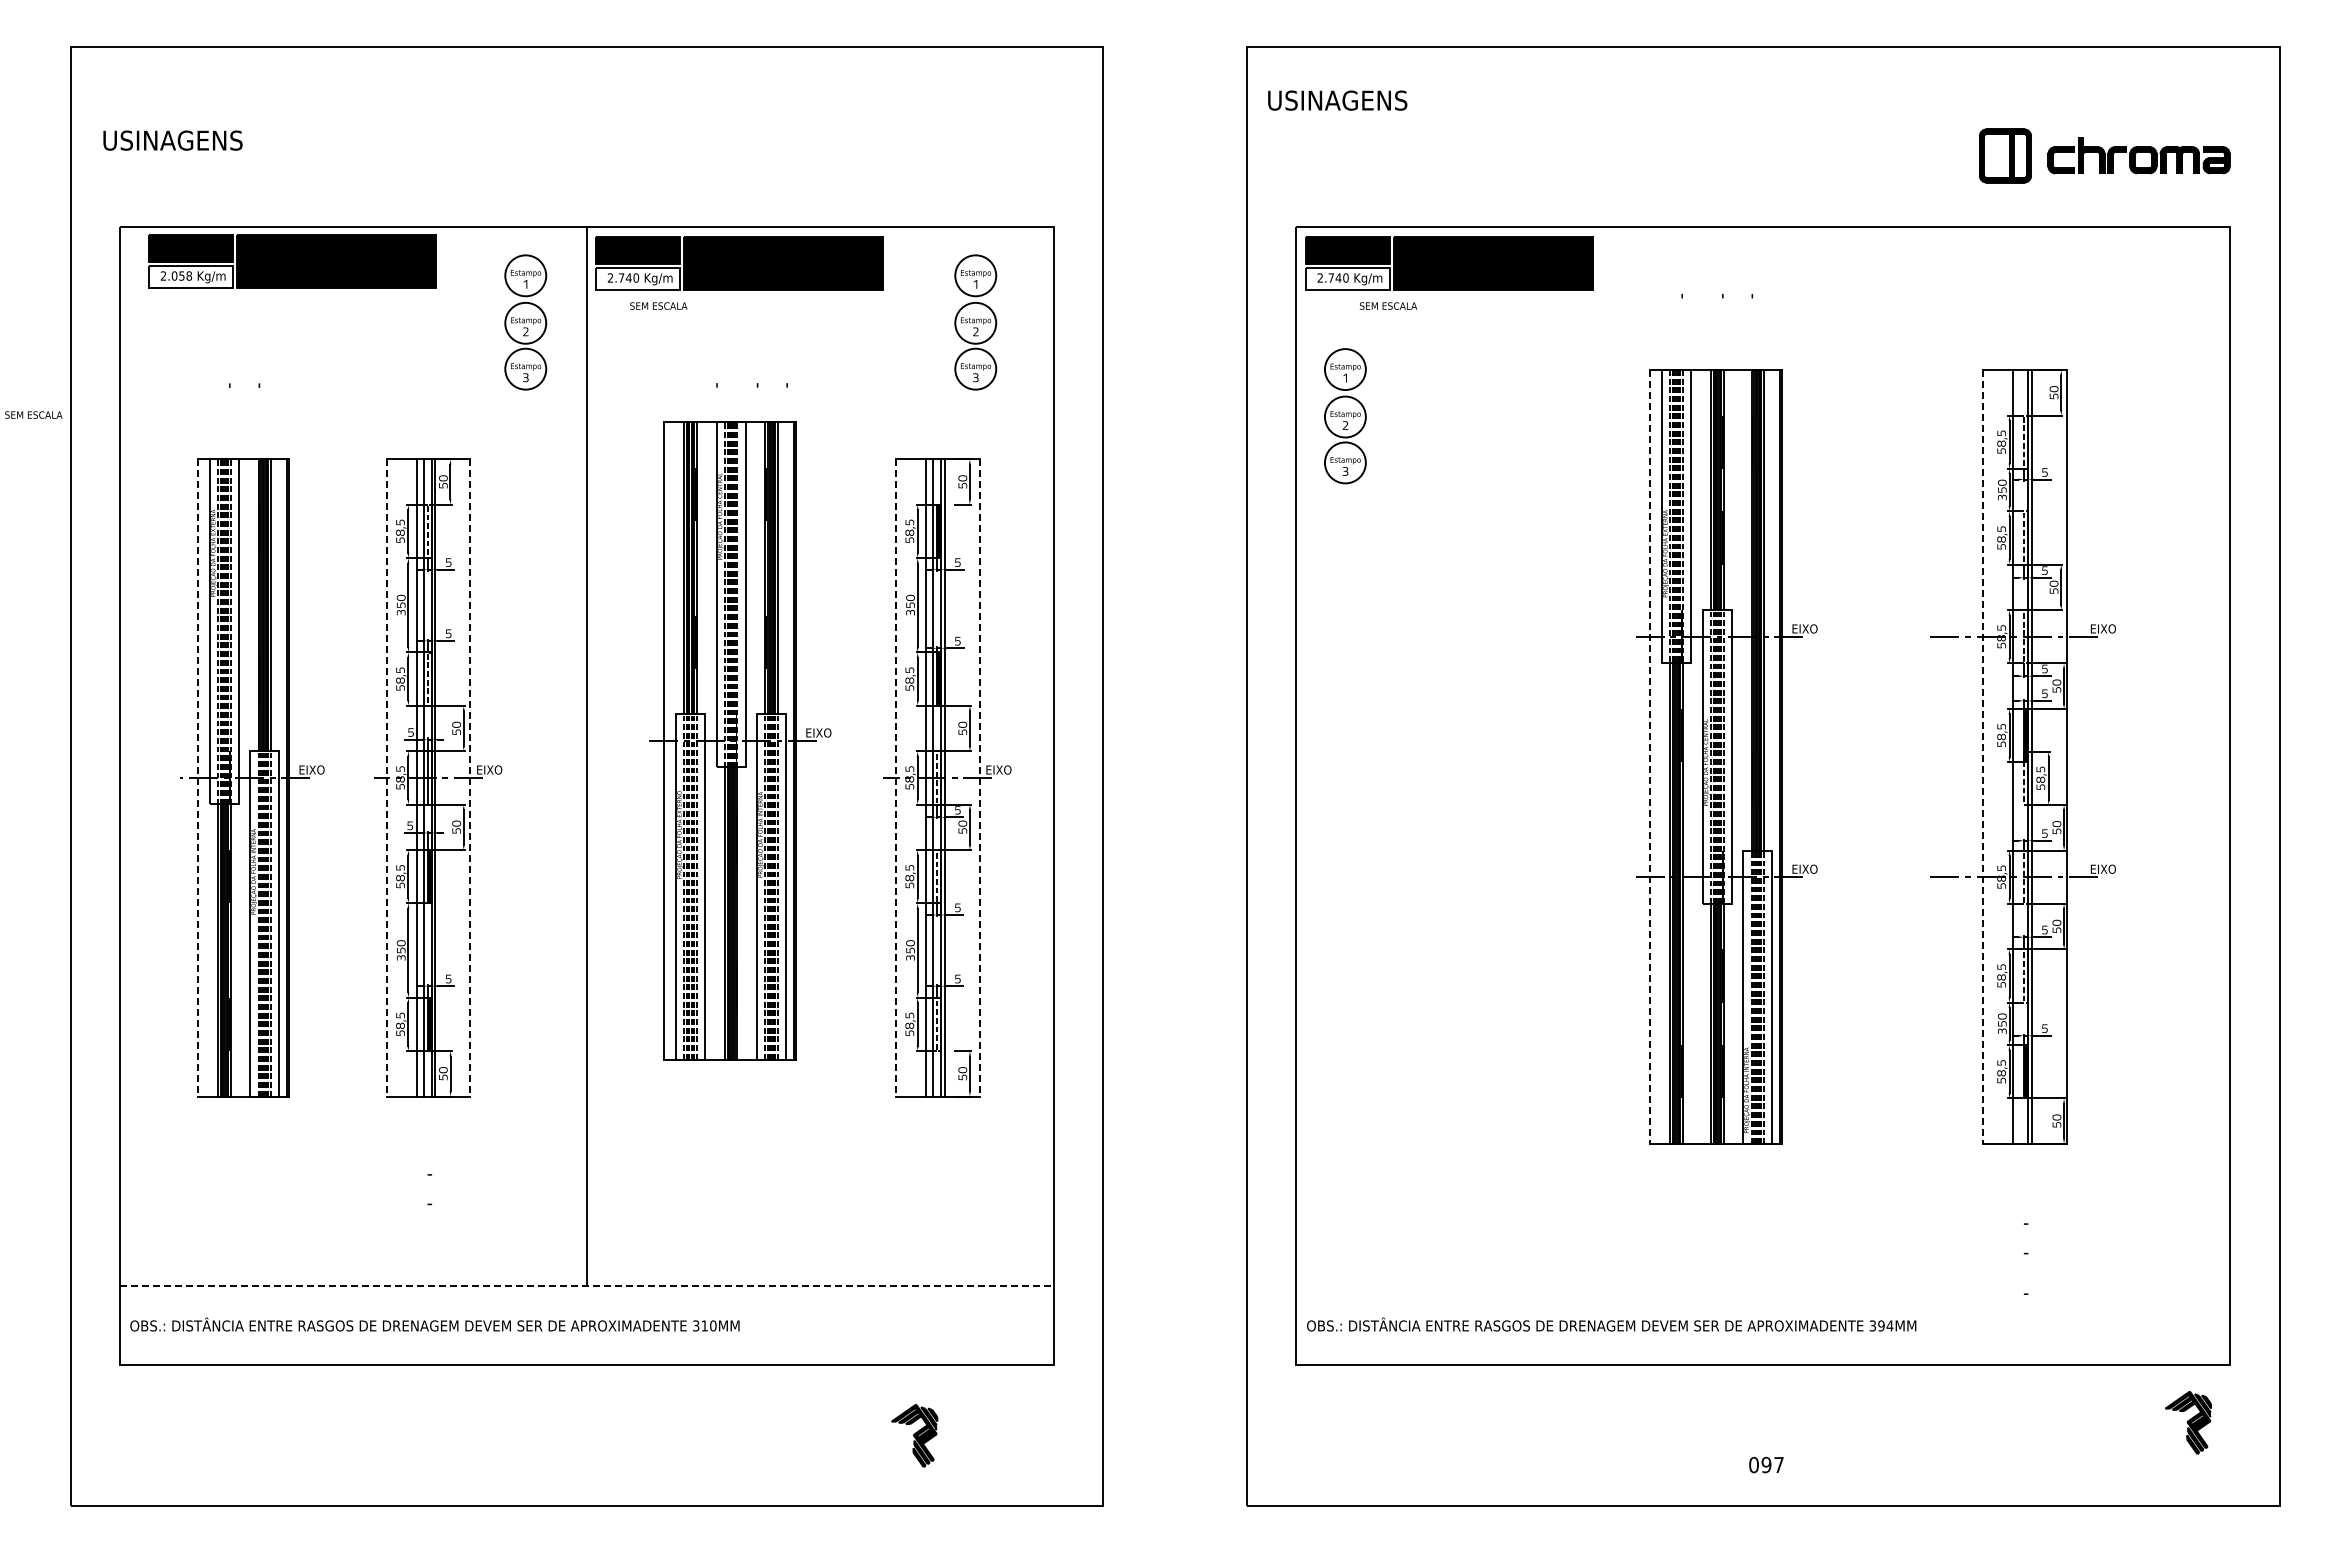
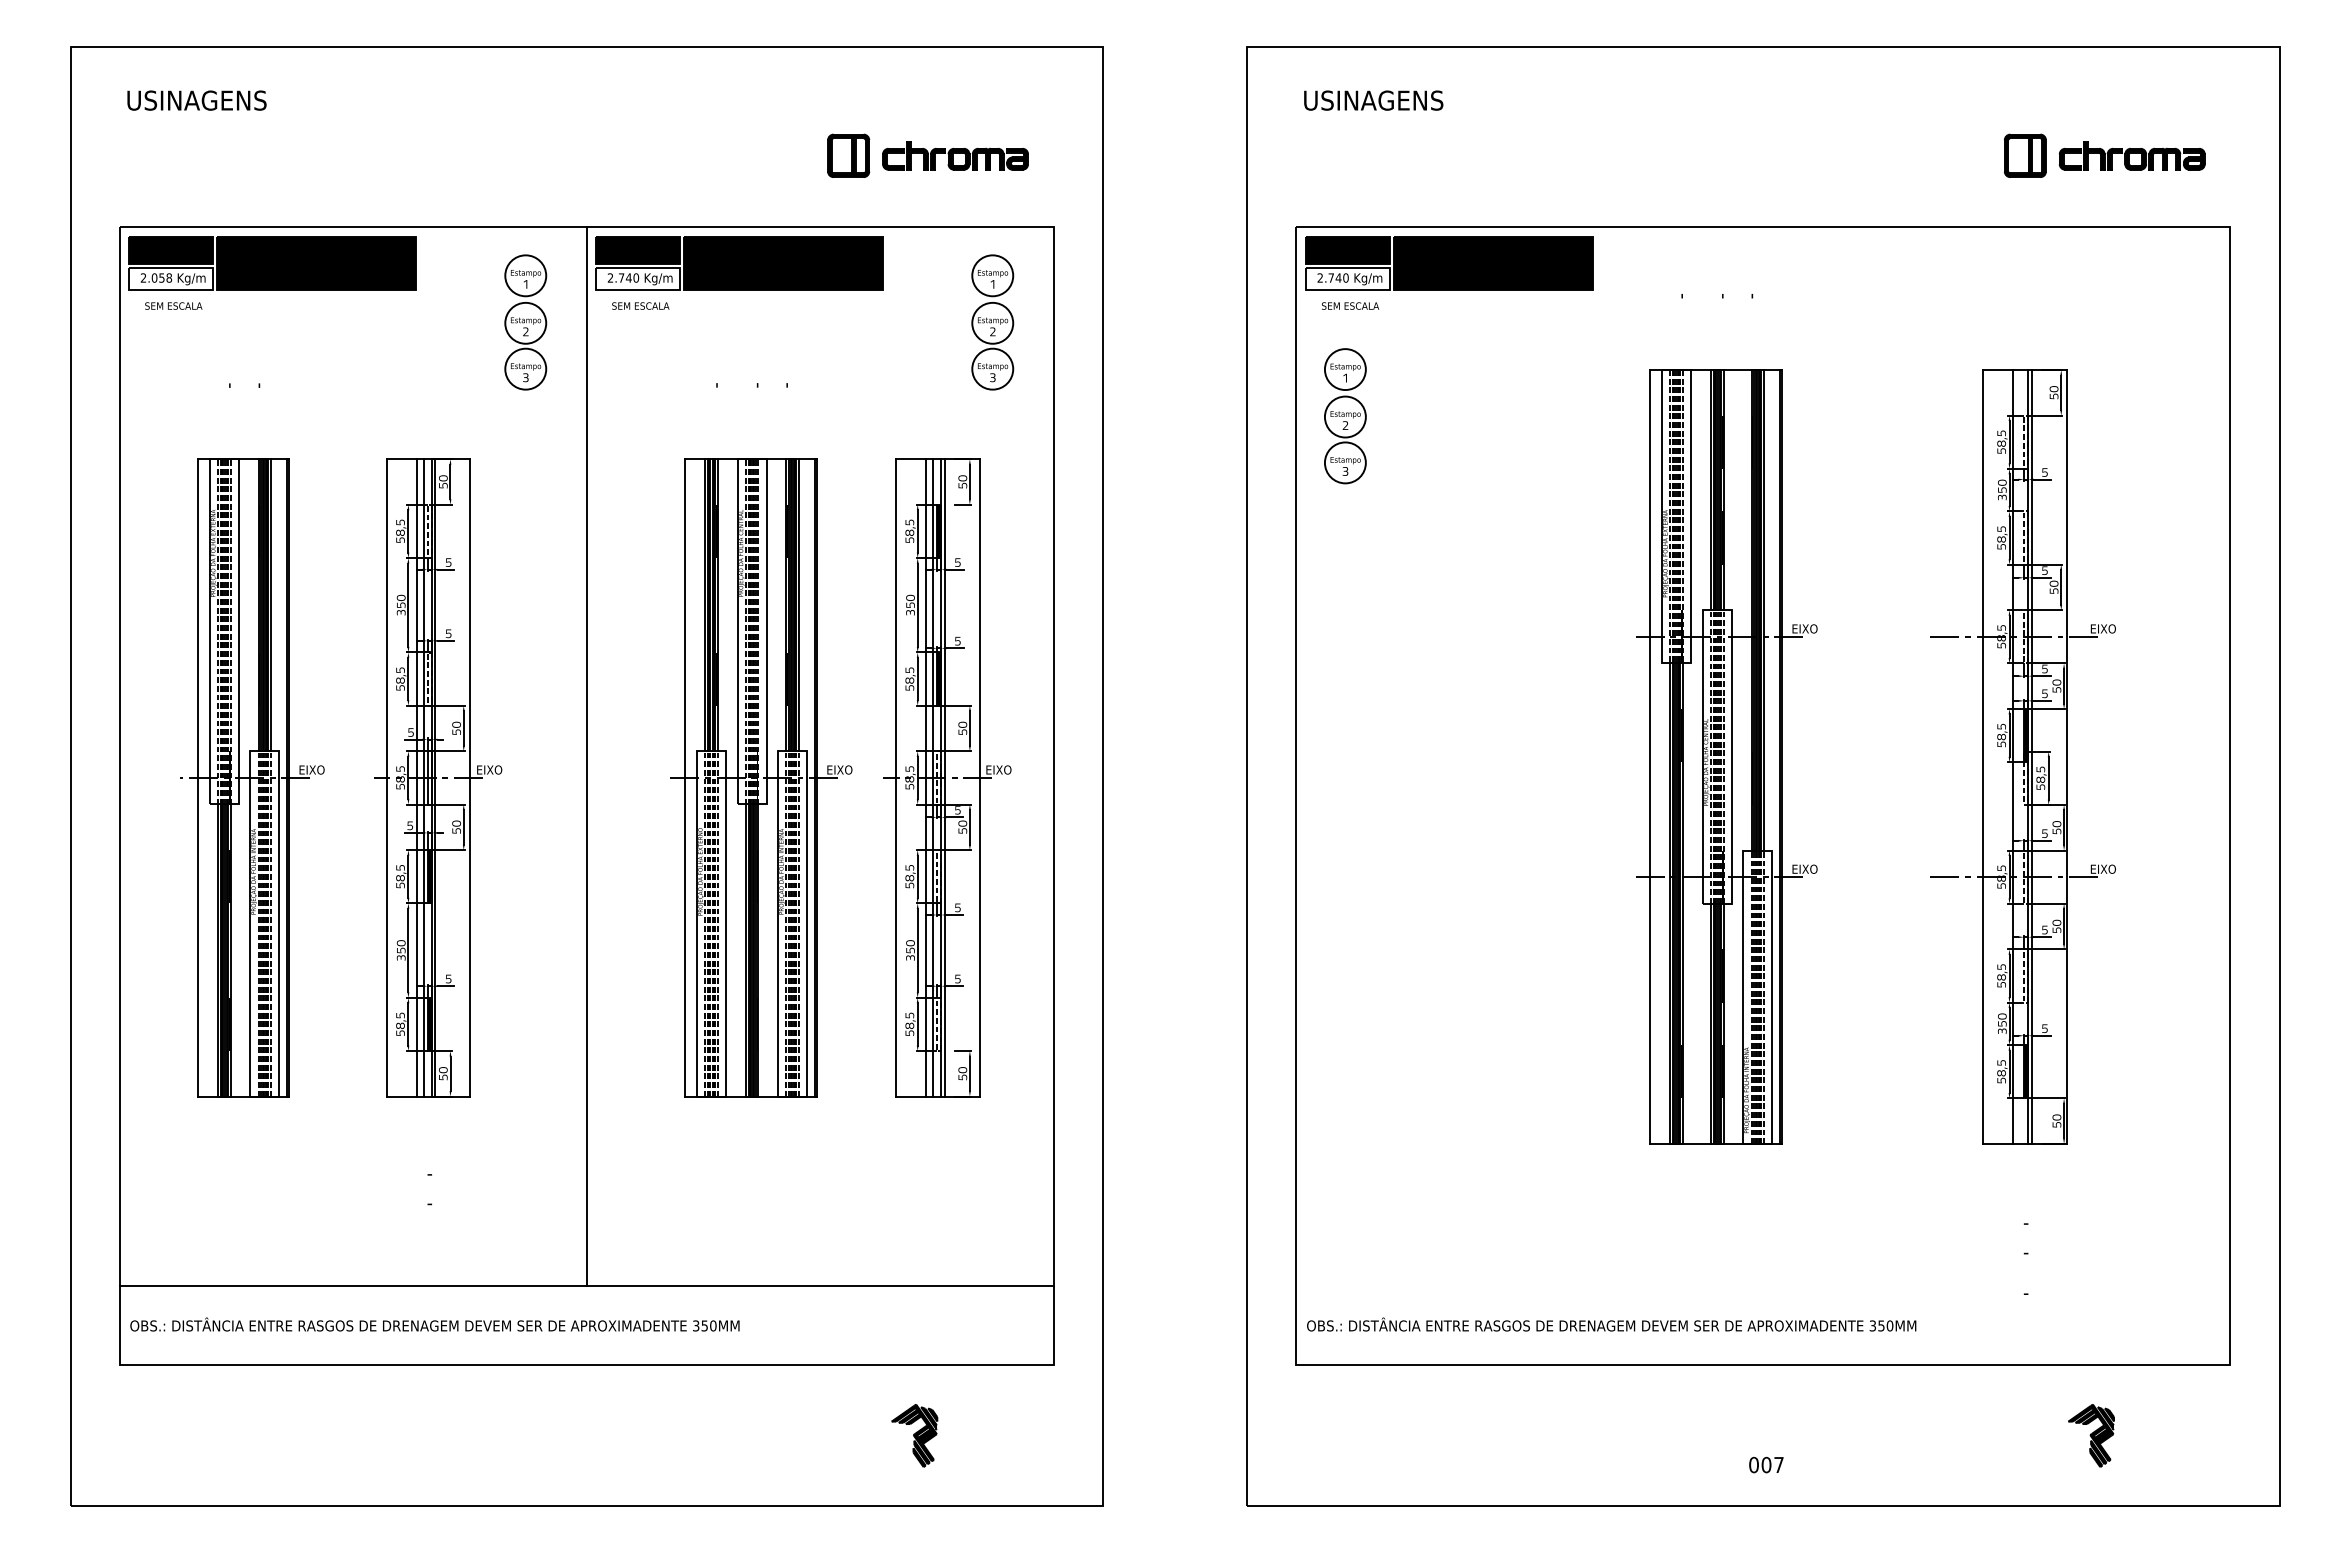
text at (1337, 100) position: (1337, 100) -> (1373, 100)
text at (172, 140) position: (172, 140) -> (196, 100)
part at (927, 155): none -> present
part at (2104, 155) size: 253x56 px -> 202x45 px
part at (292, 261) position: (292, 261) -> (272, 263)
text at (658, 305) position: (658, 305) -> (640, 305)
text at (1388, 305) position: (1388, 305) -> (1350, 305)
part at (975, 322) position: (975, 322) -> (992, 322)
text at (33, 414) position: (33, 414) -> (173, 305)
part at (740, 740) position: (740, 740) -> (761, 777)
line at (1650, 757): dashed -> solid
line at (1982, 757): dashed -> solid
line at (198, 777): dashed -> solid
line at (386, 777): dashed -> solid
line at (470, 777): dashed -> solid
line at (895, 777): dashed -> solid
line at (979, 777): dashed -> solid
line at (586, 1285): dashed -> solid
text at (704, 1325): 310MM -> 350MM
text at (1885, 1325): 394MM -> 350MM
part at (2188, 1422) position: (2188, 1422) -> (2091, 1435)
text at (1766, 1465): 097 -> 007
